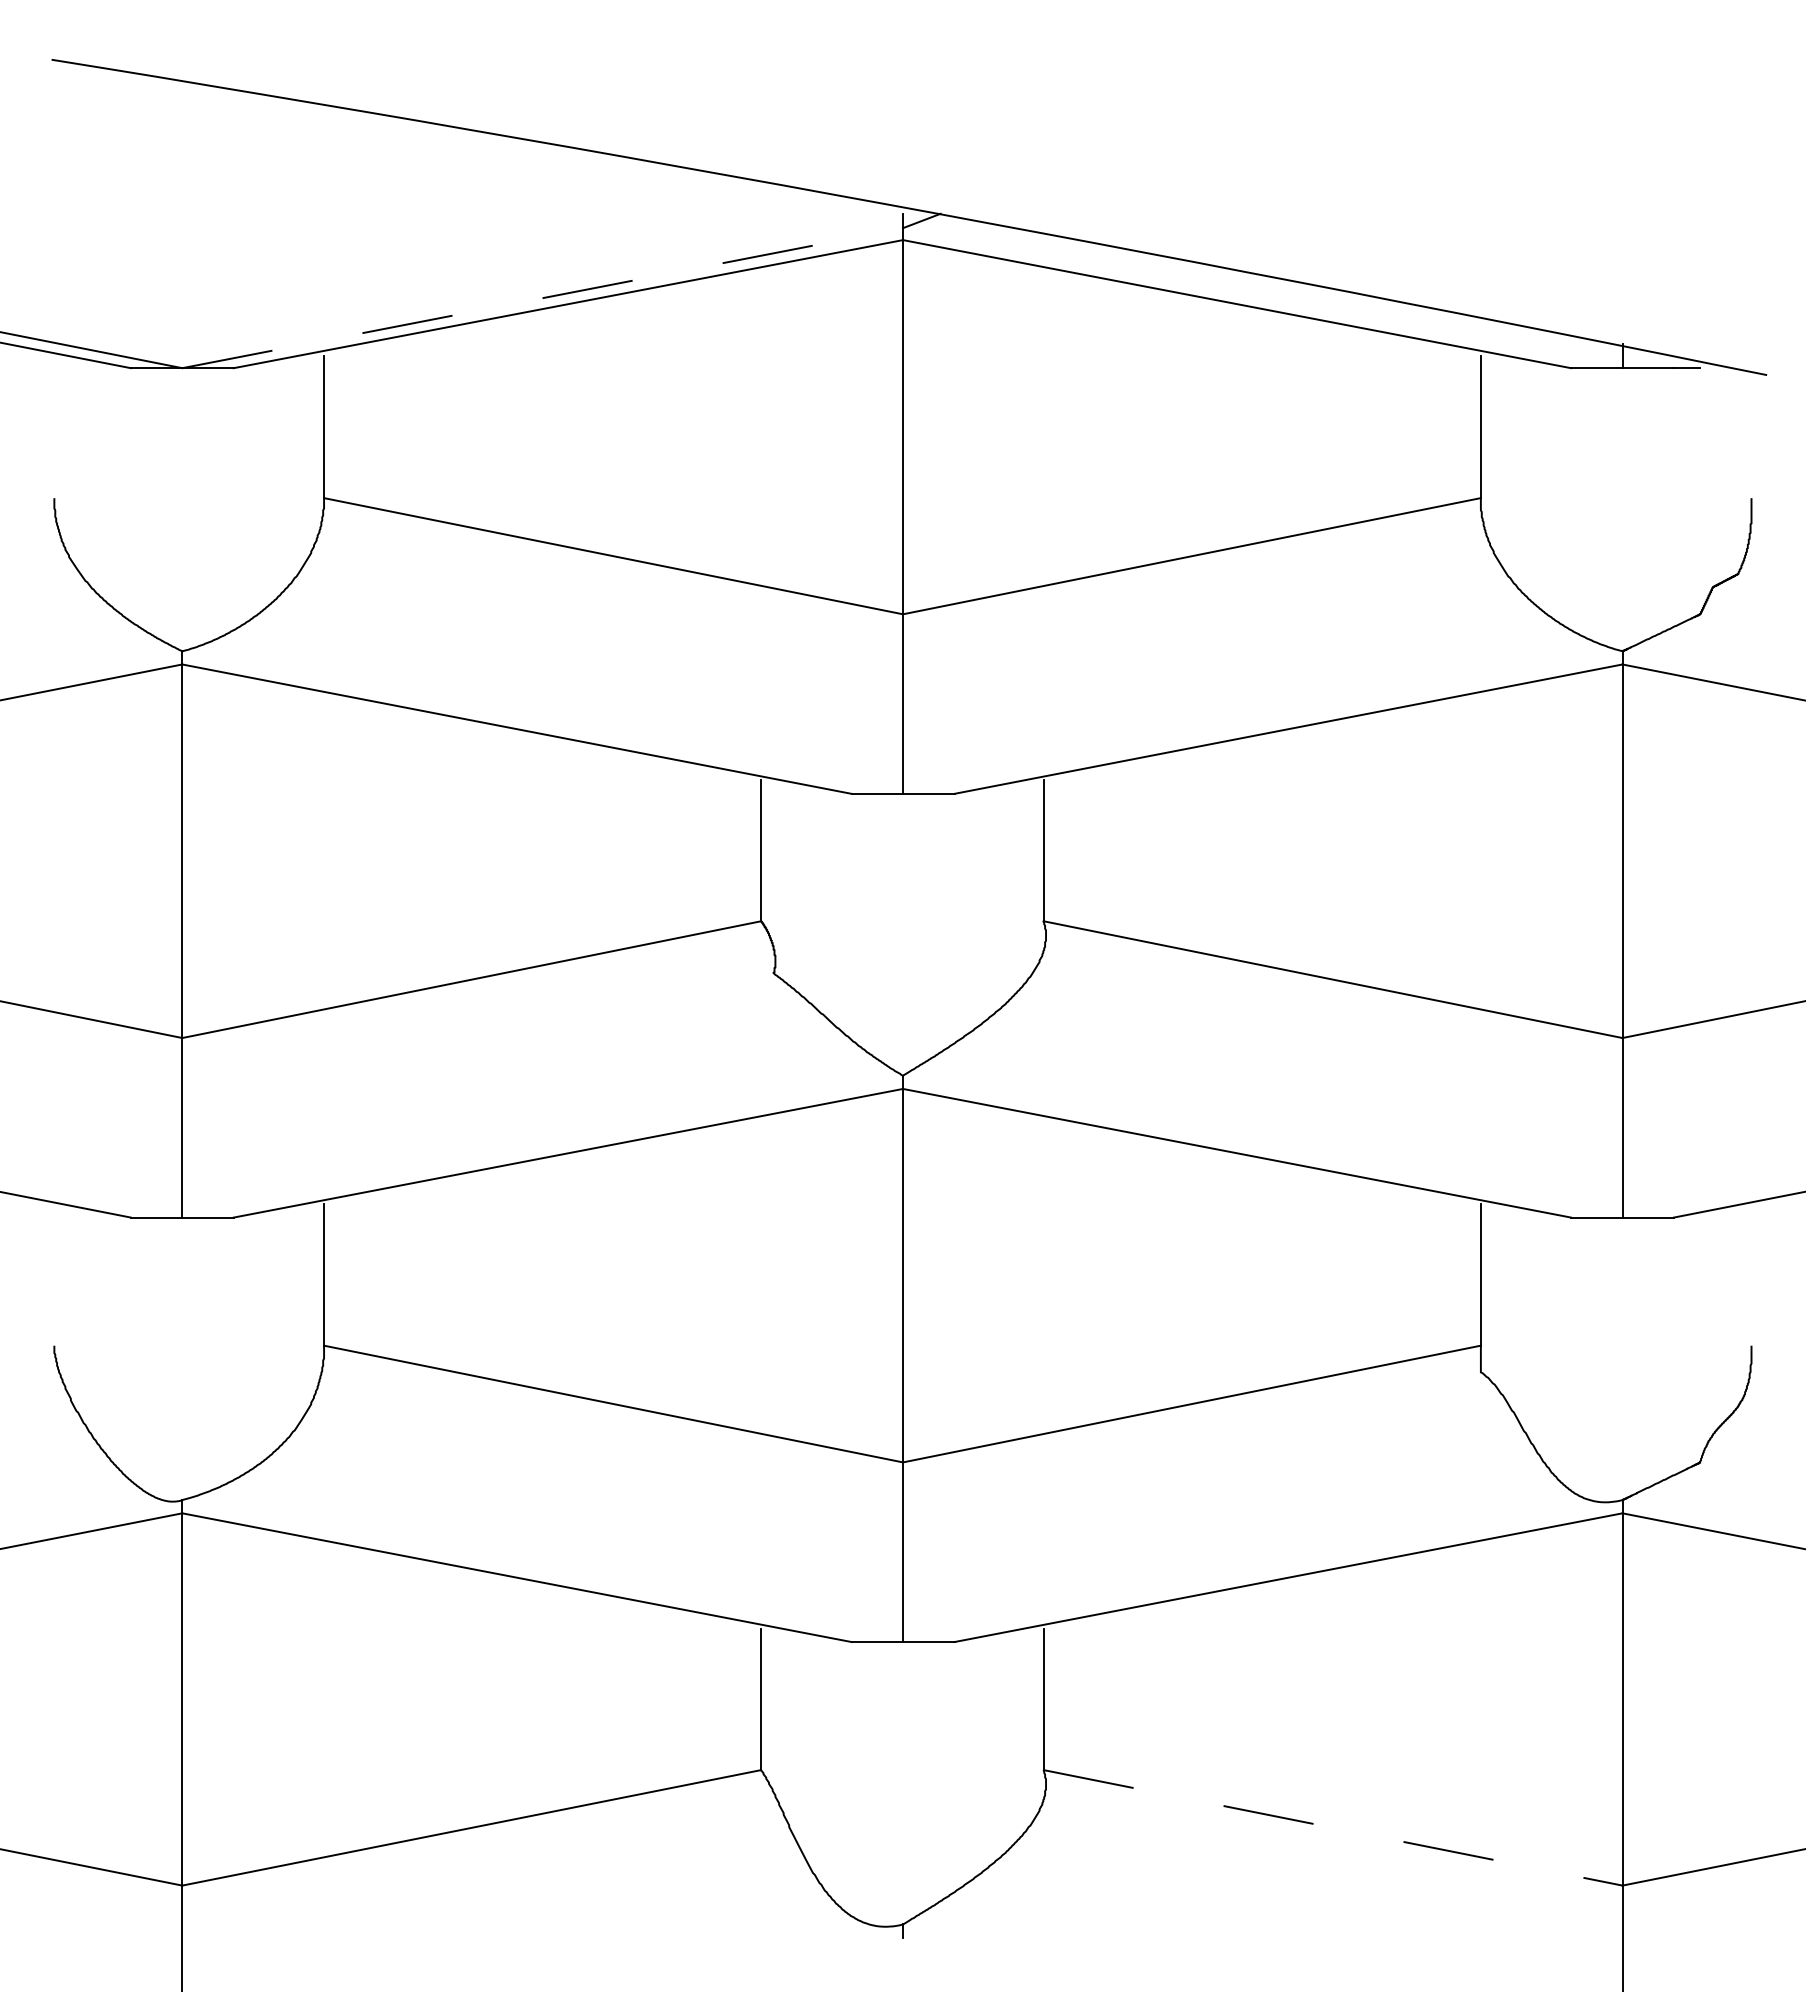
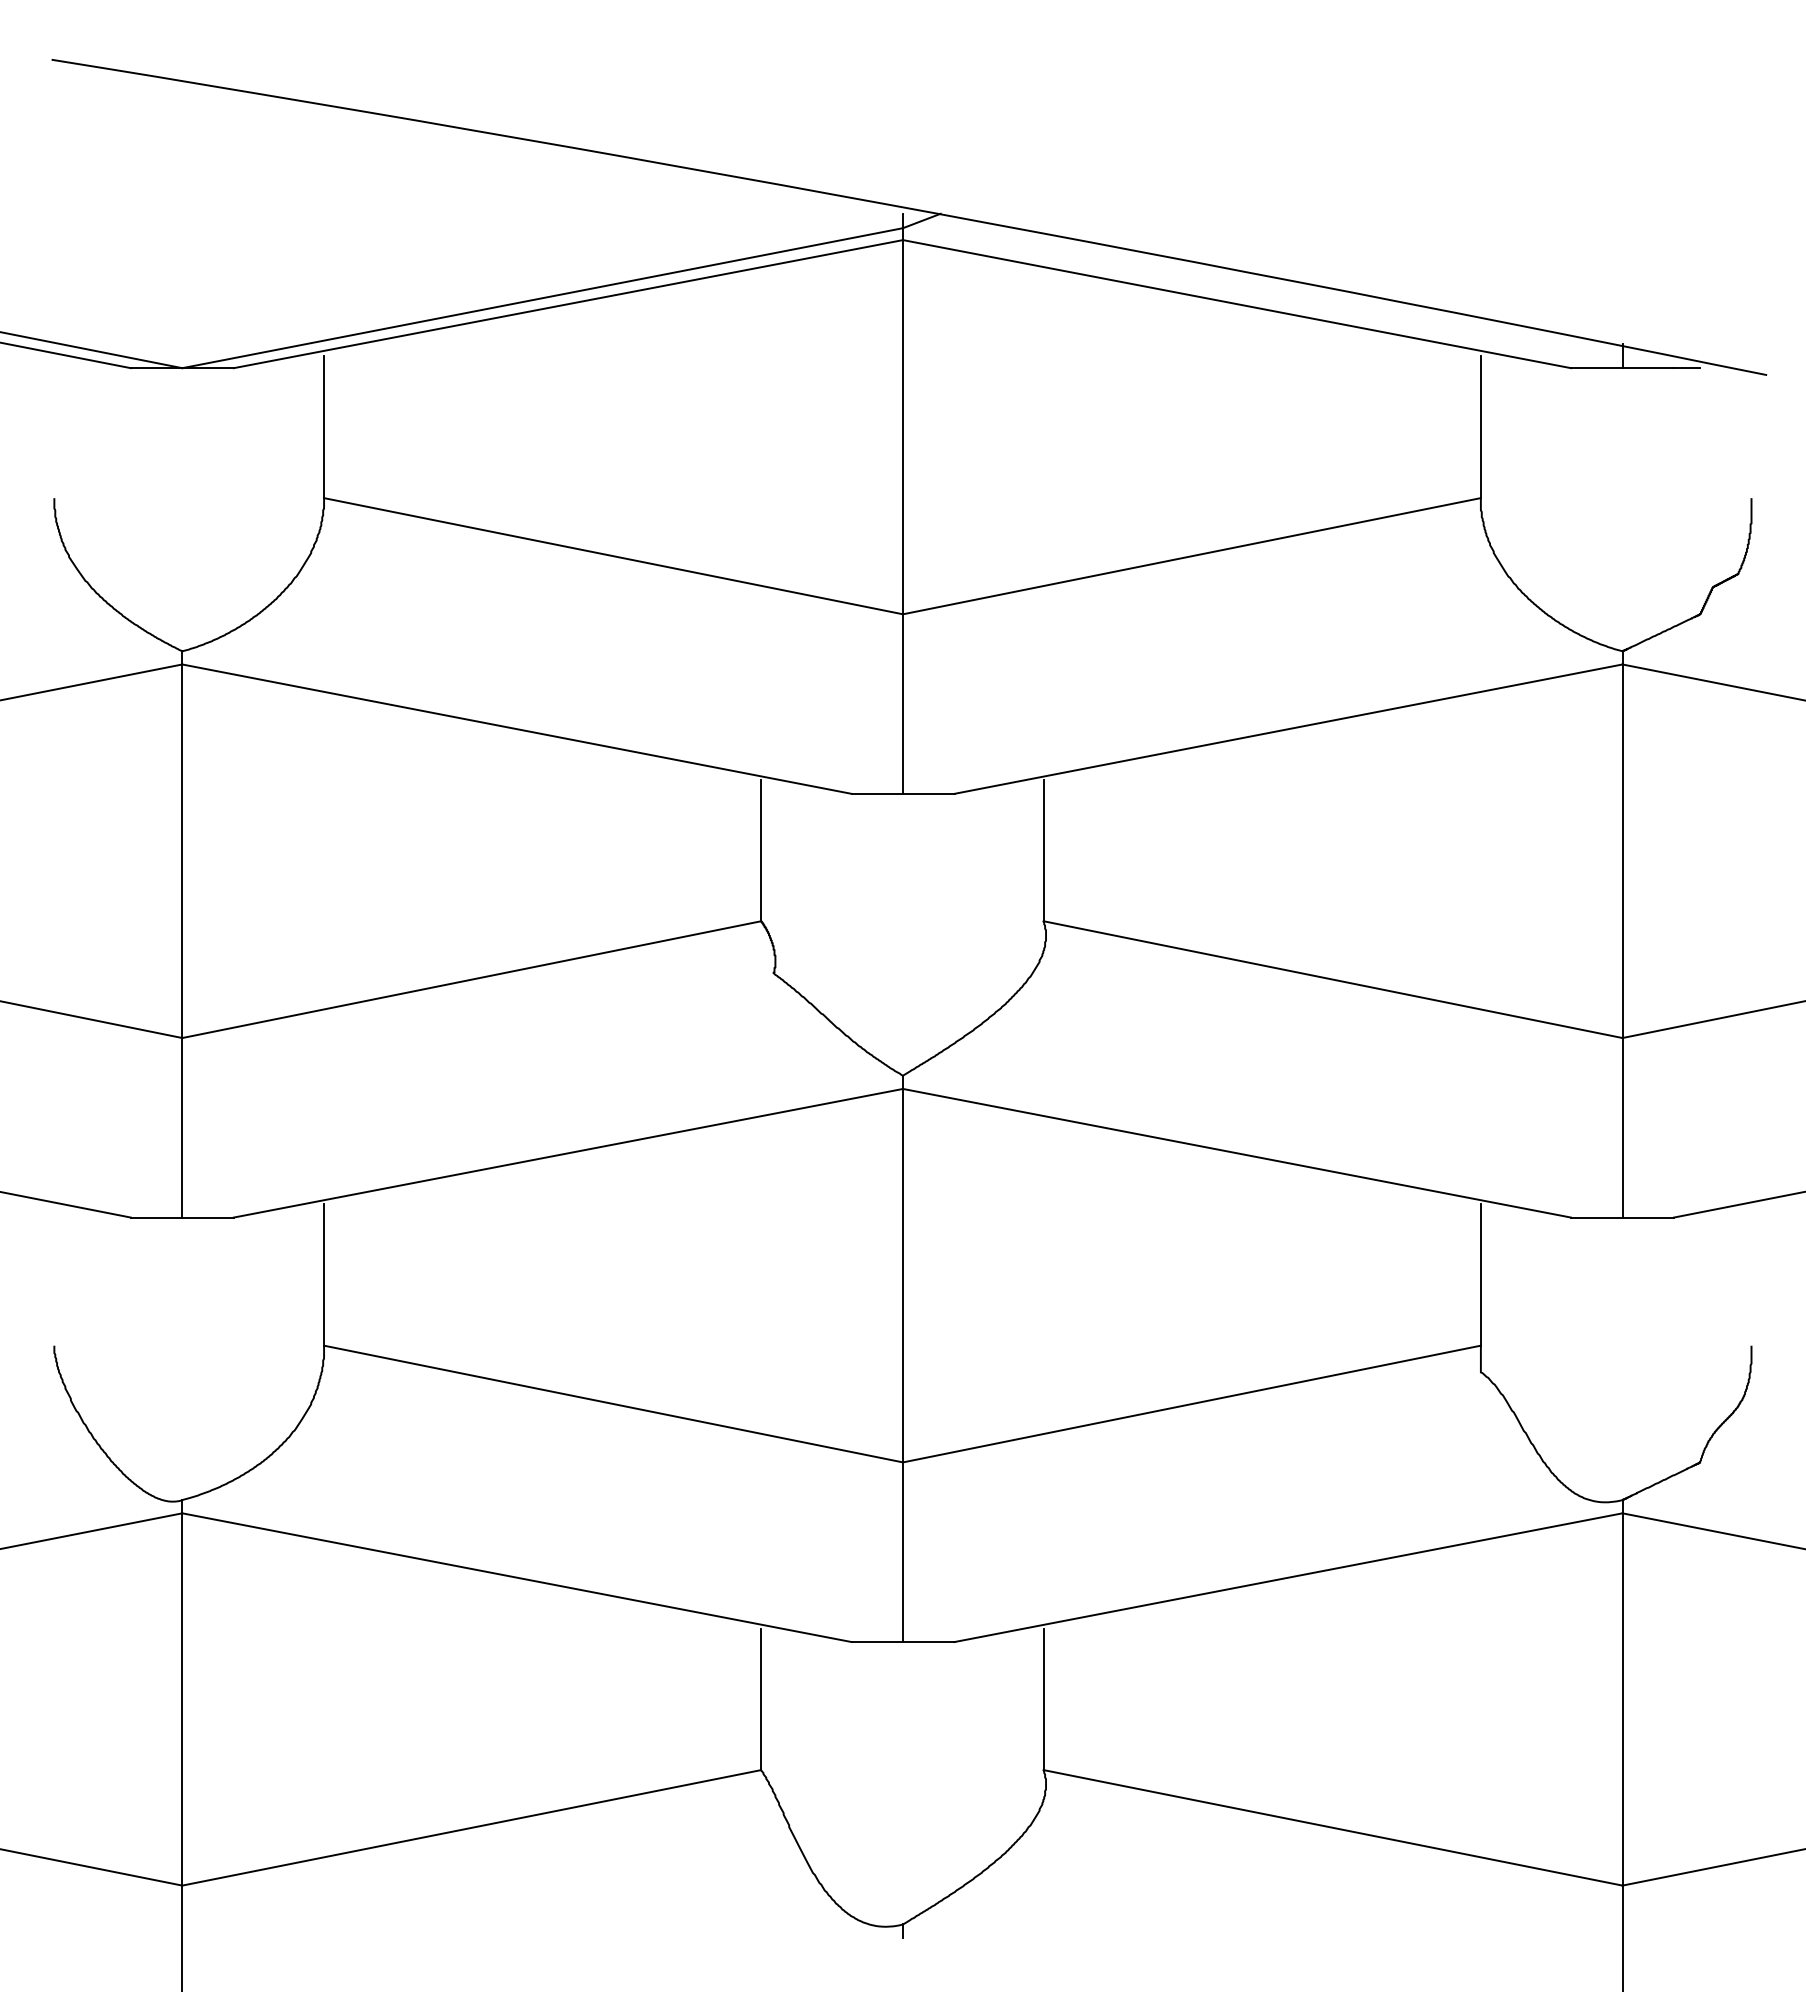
line at (543, 298): dashed -> solid
line at (1333, 1827): dashed -> solid
